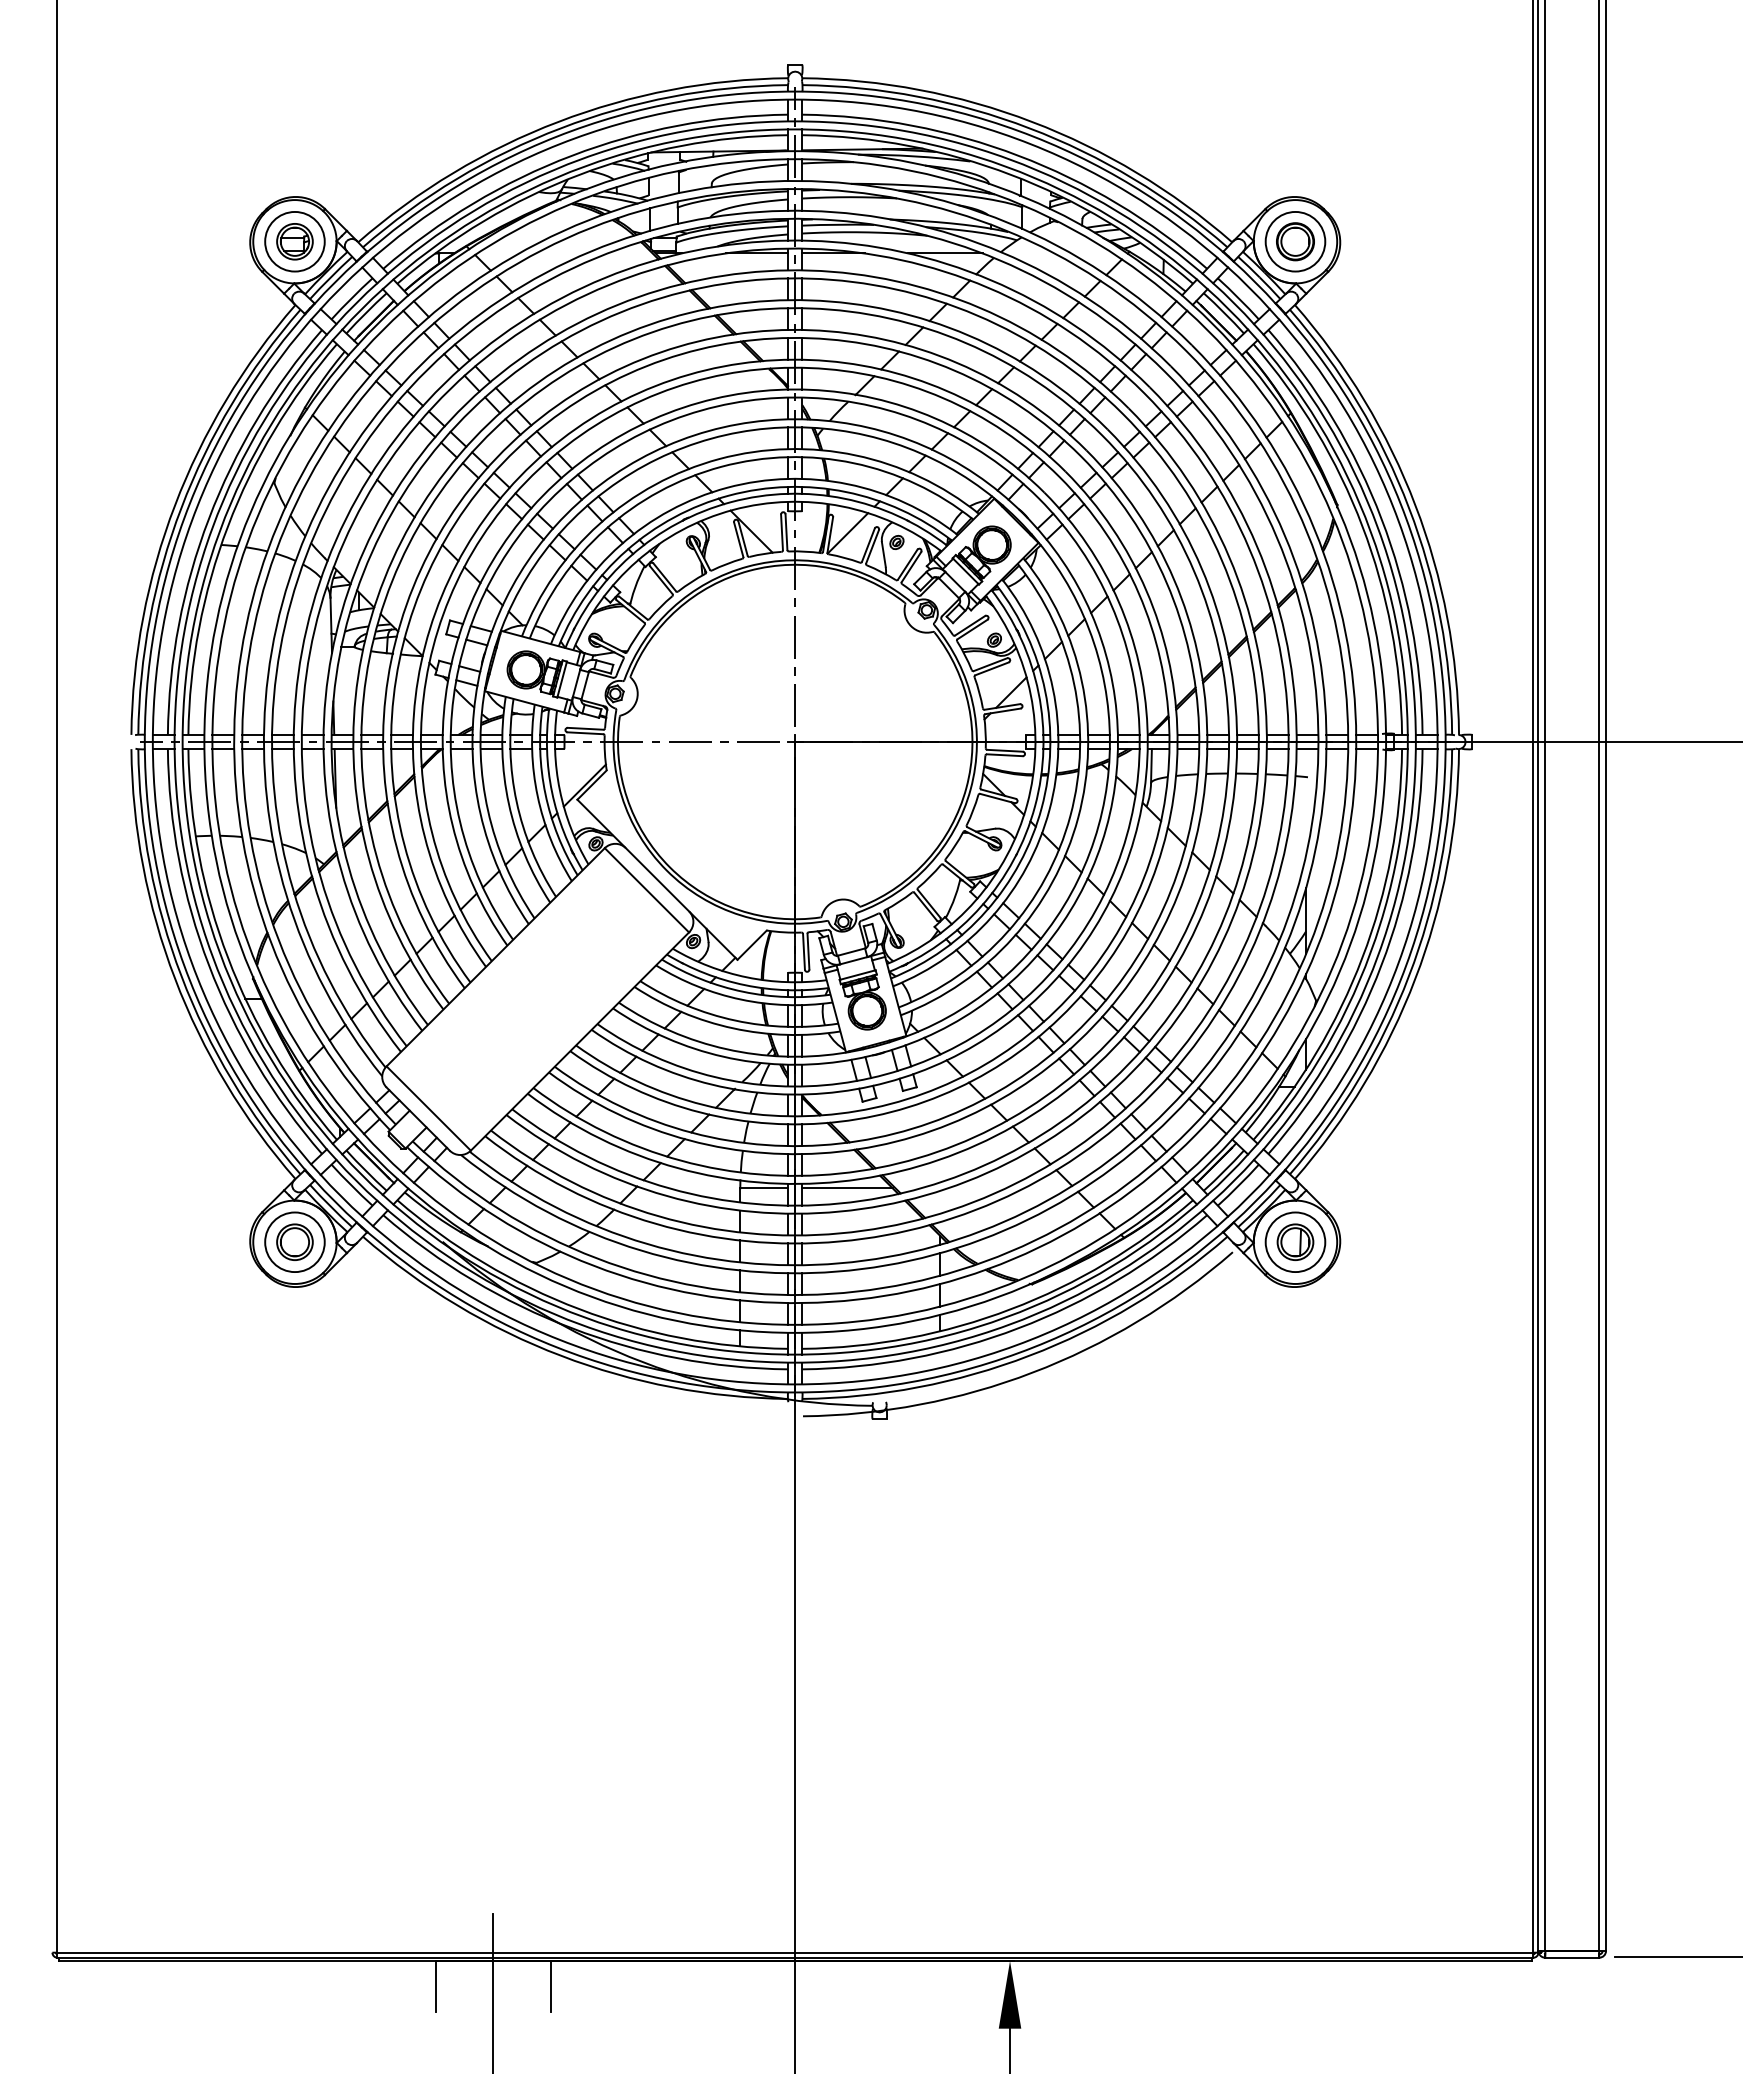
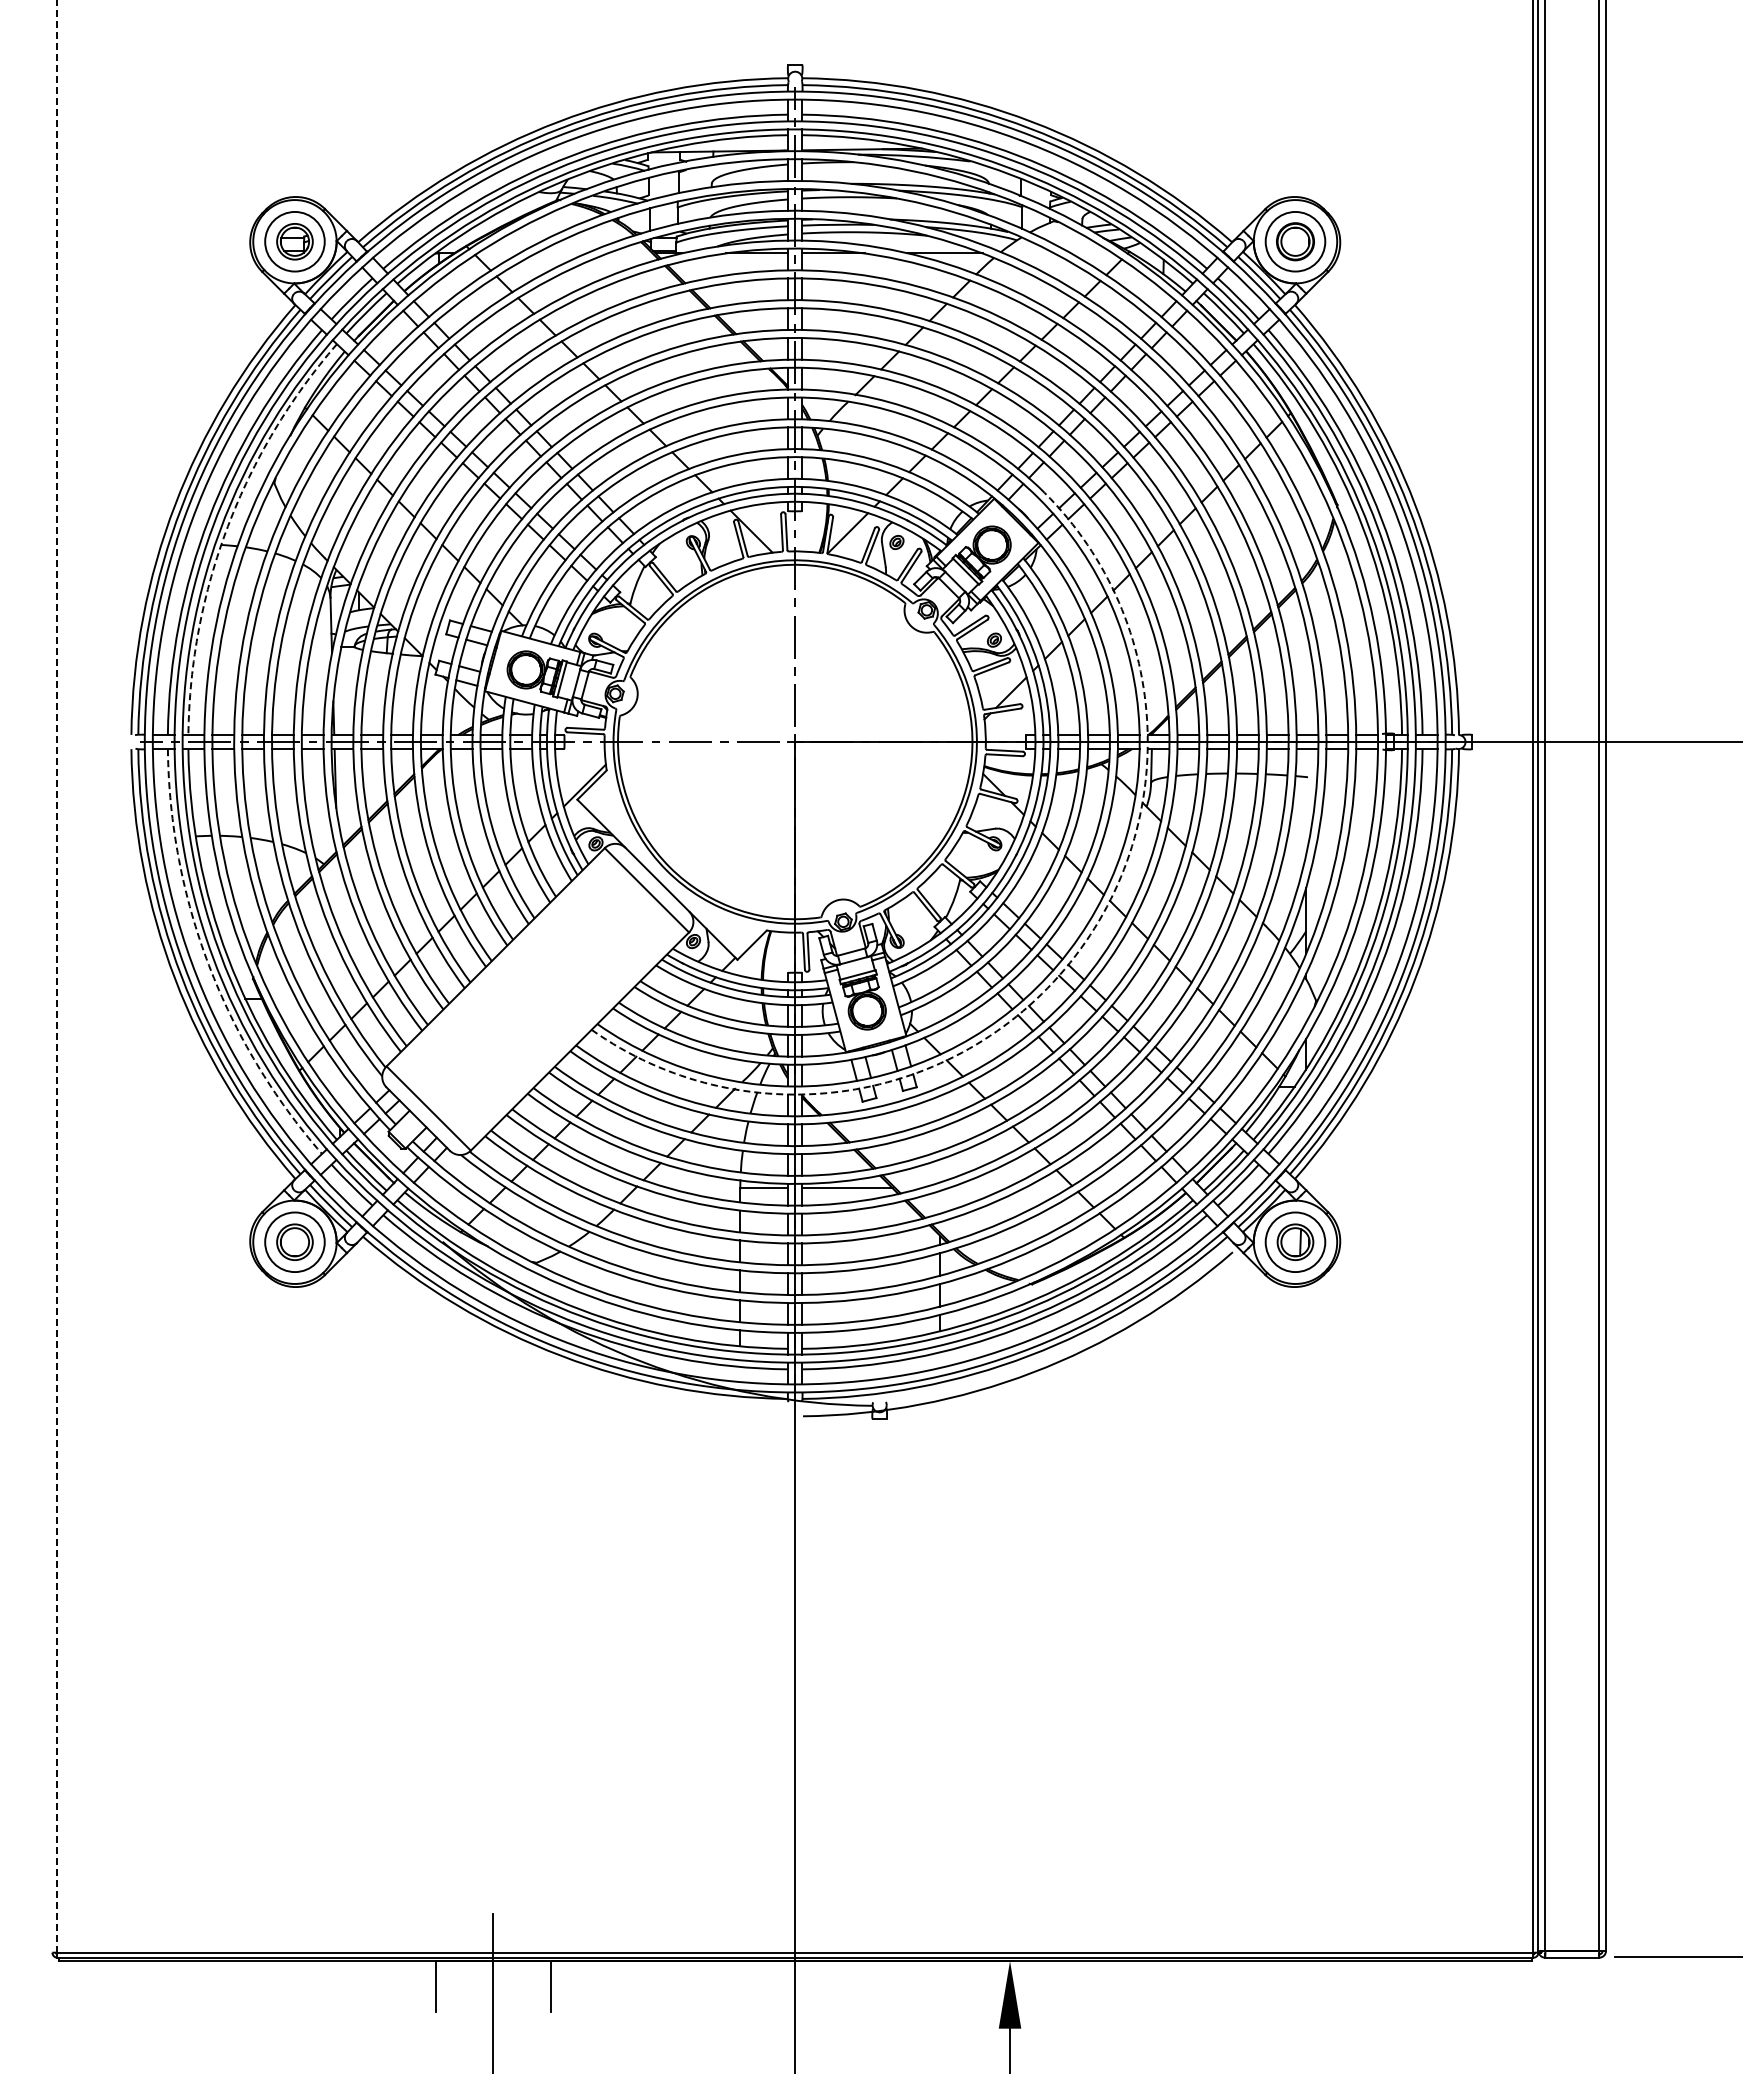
arc at (227, 526): solid -> dashed
arc at (208, 965): solid -> dashed
arc at (1064, 969): solid -> dashed
line at (57, 976): solid -> dashed
